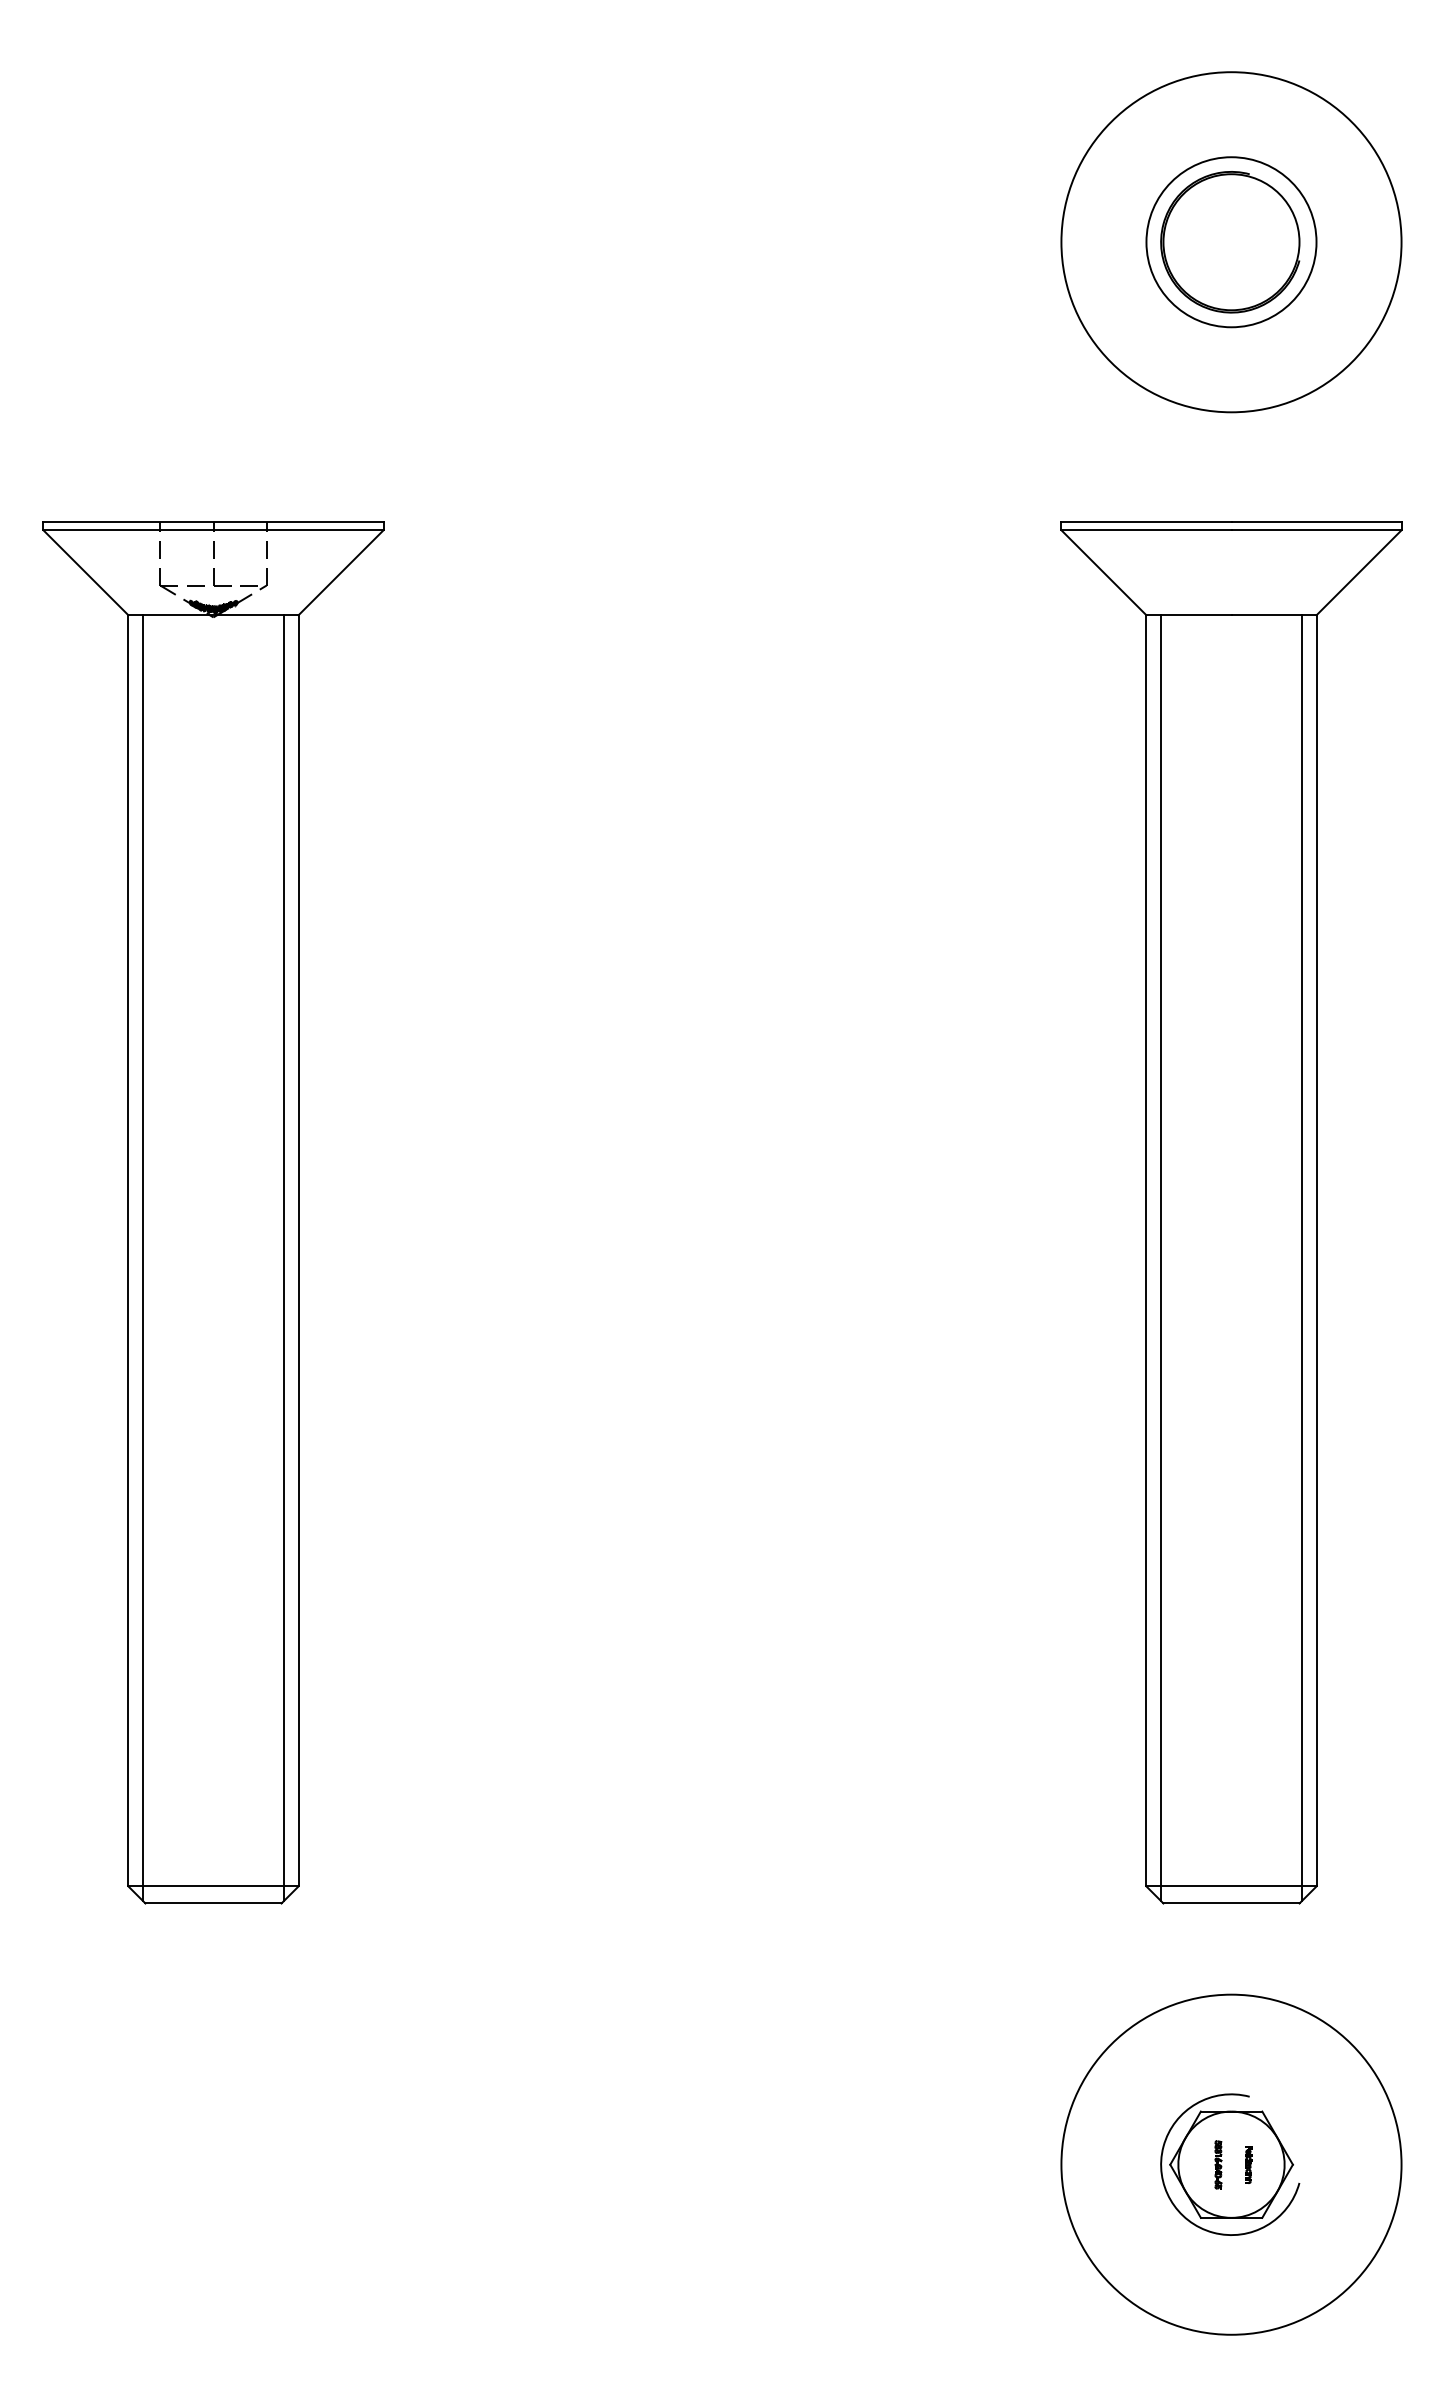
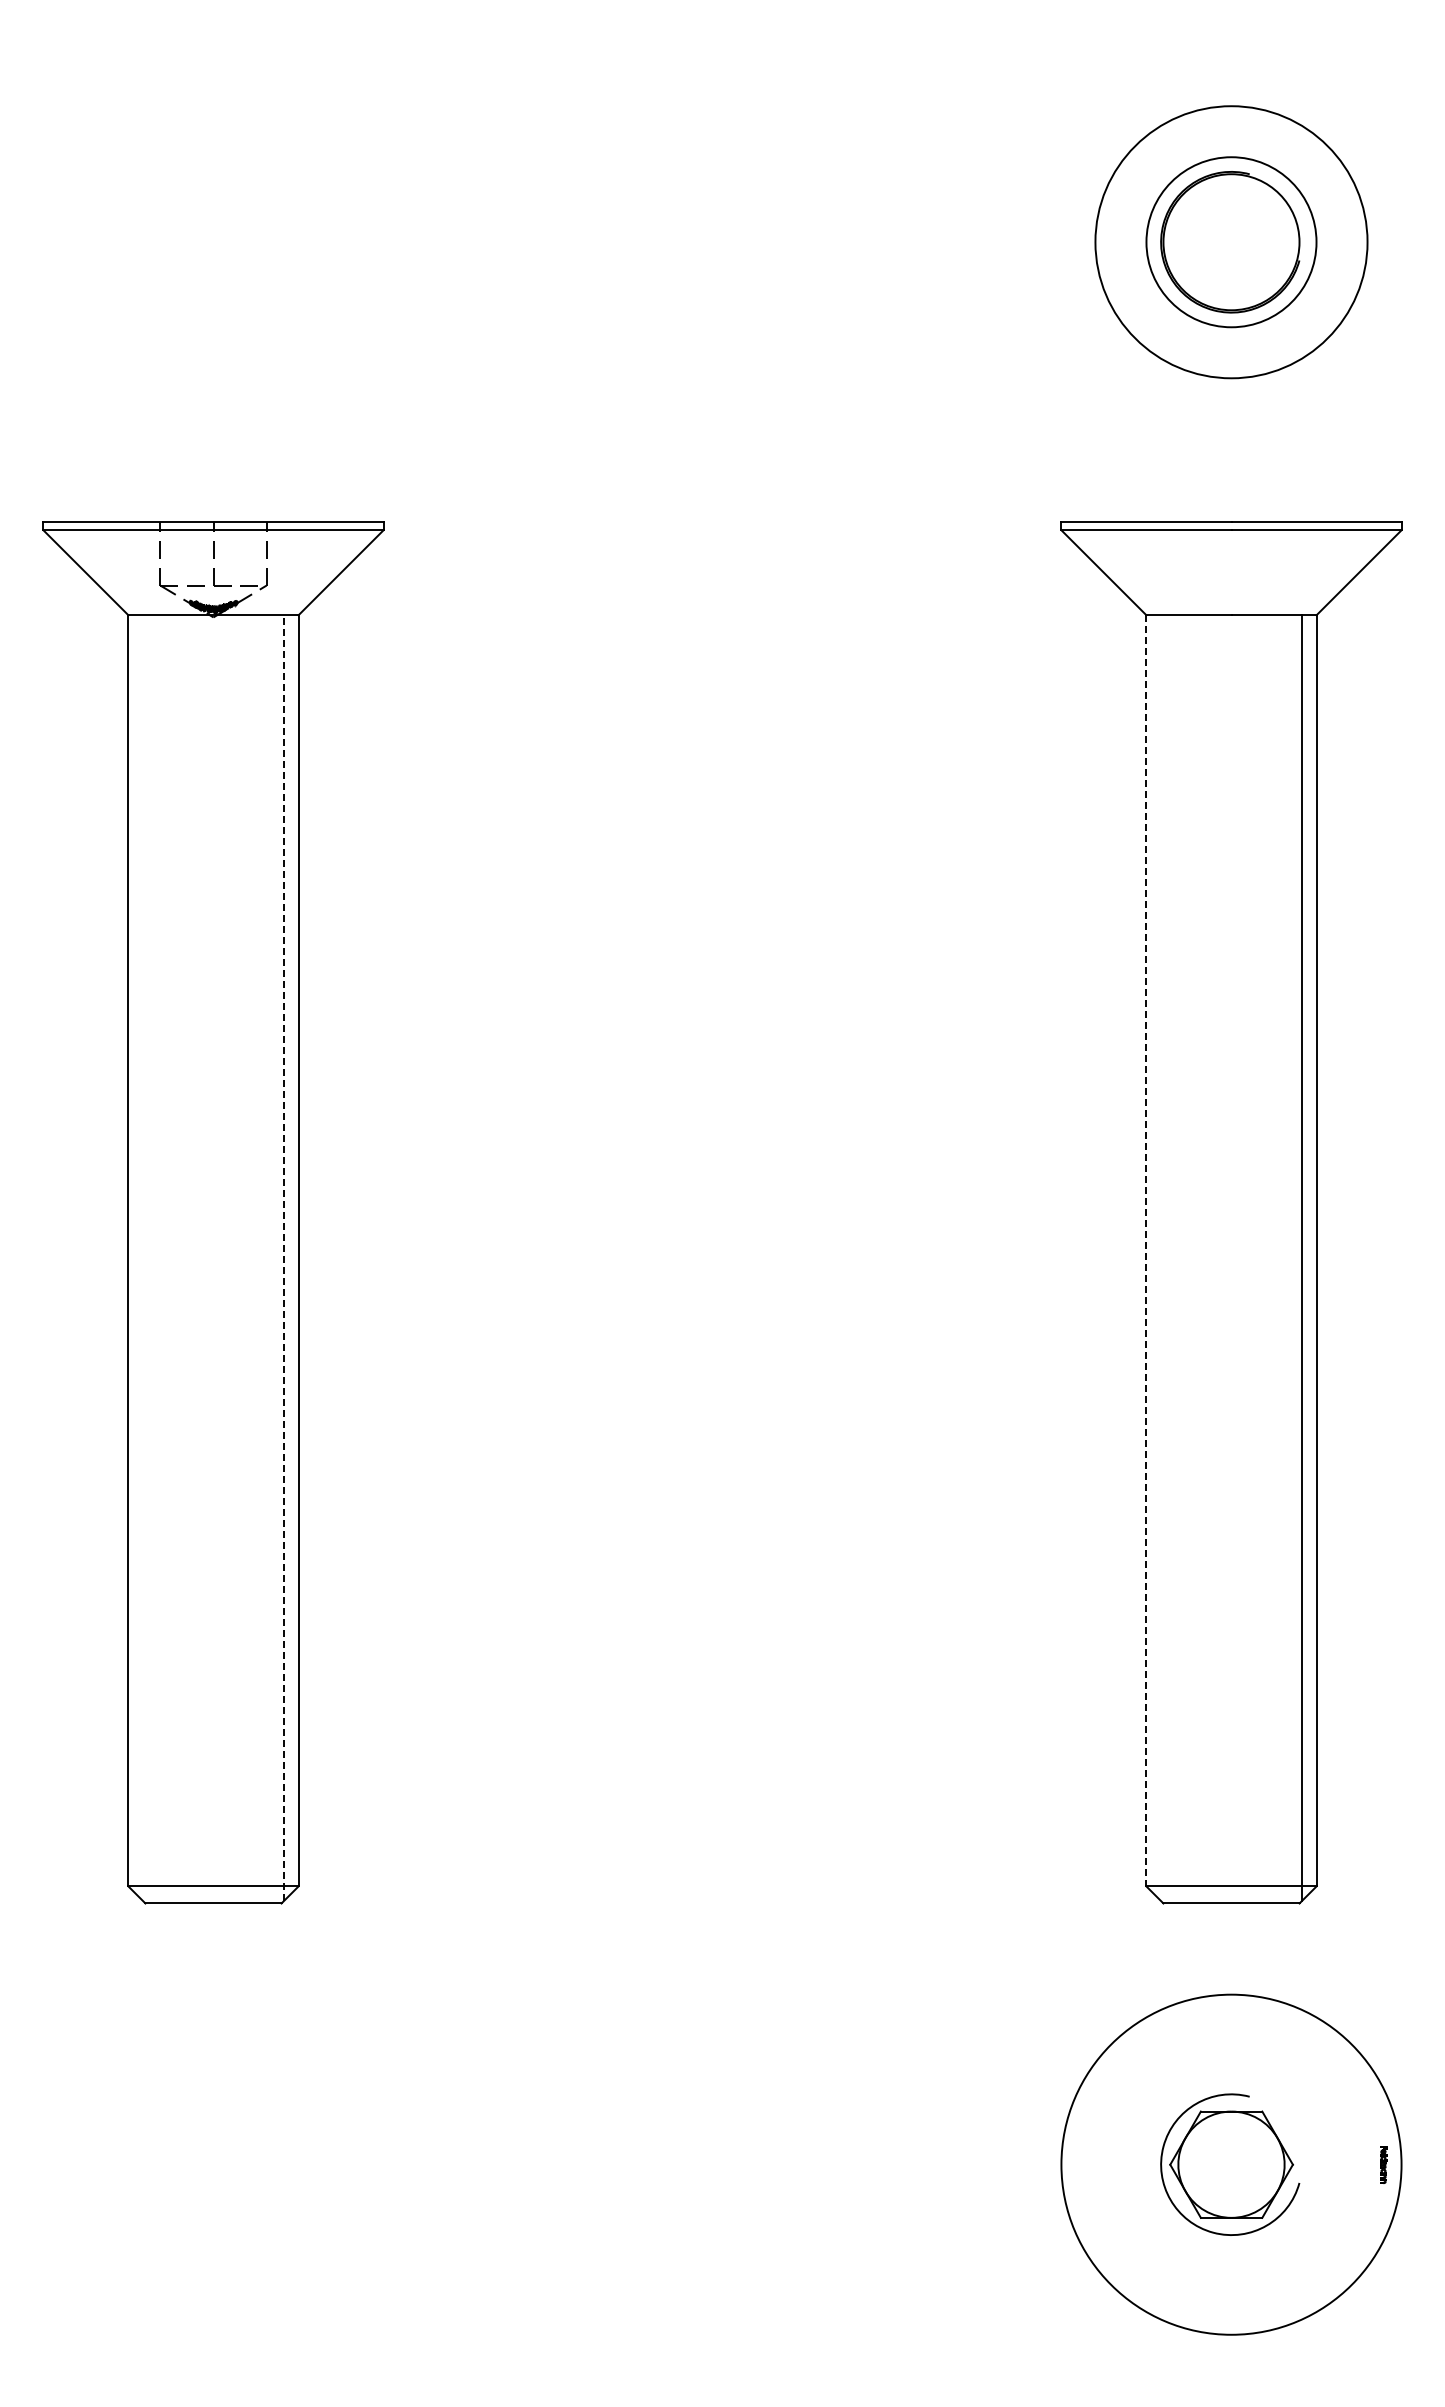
circle at (1231, 242) diameter: 340 px -> 272 px
line at (1146, 1250): solid -> dashed
line at (143, 1258): present -> none
line at (283, 1258): solid -> dashed
line at (1161, 1258): present -> none
part at (1218, 2164): present -> none
part at (1248, 2164) position: (1248, 2164) -> (1383, 2164)
